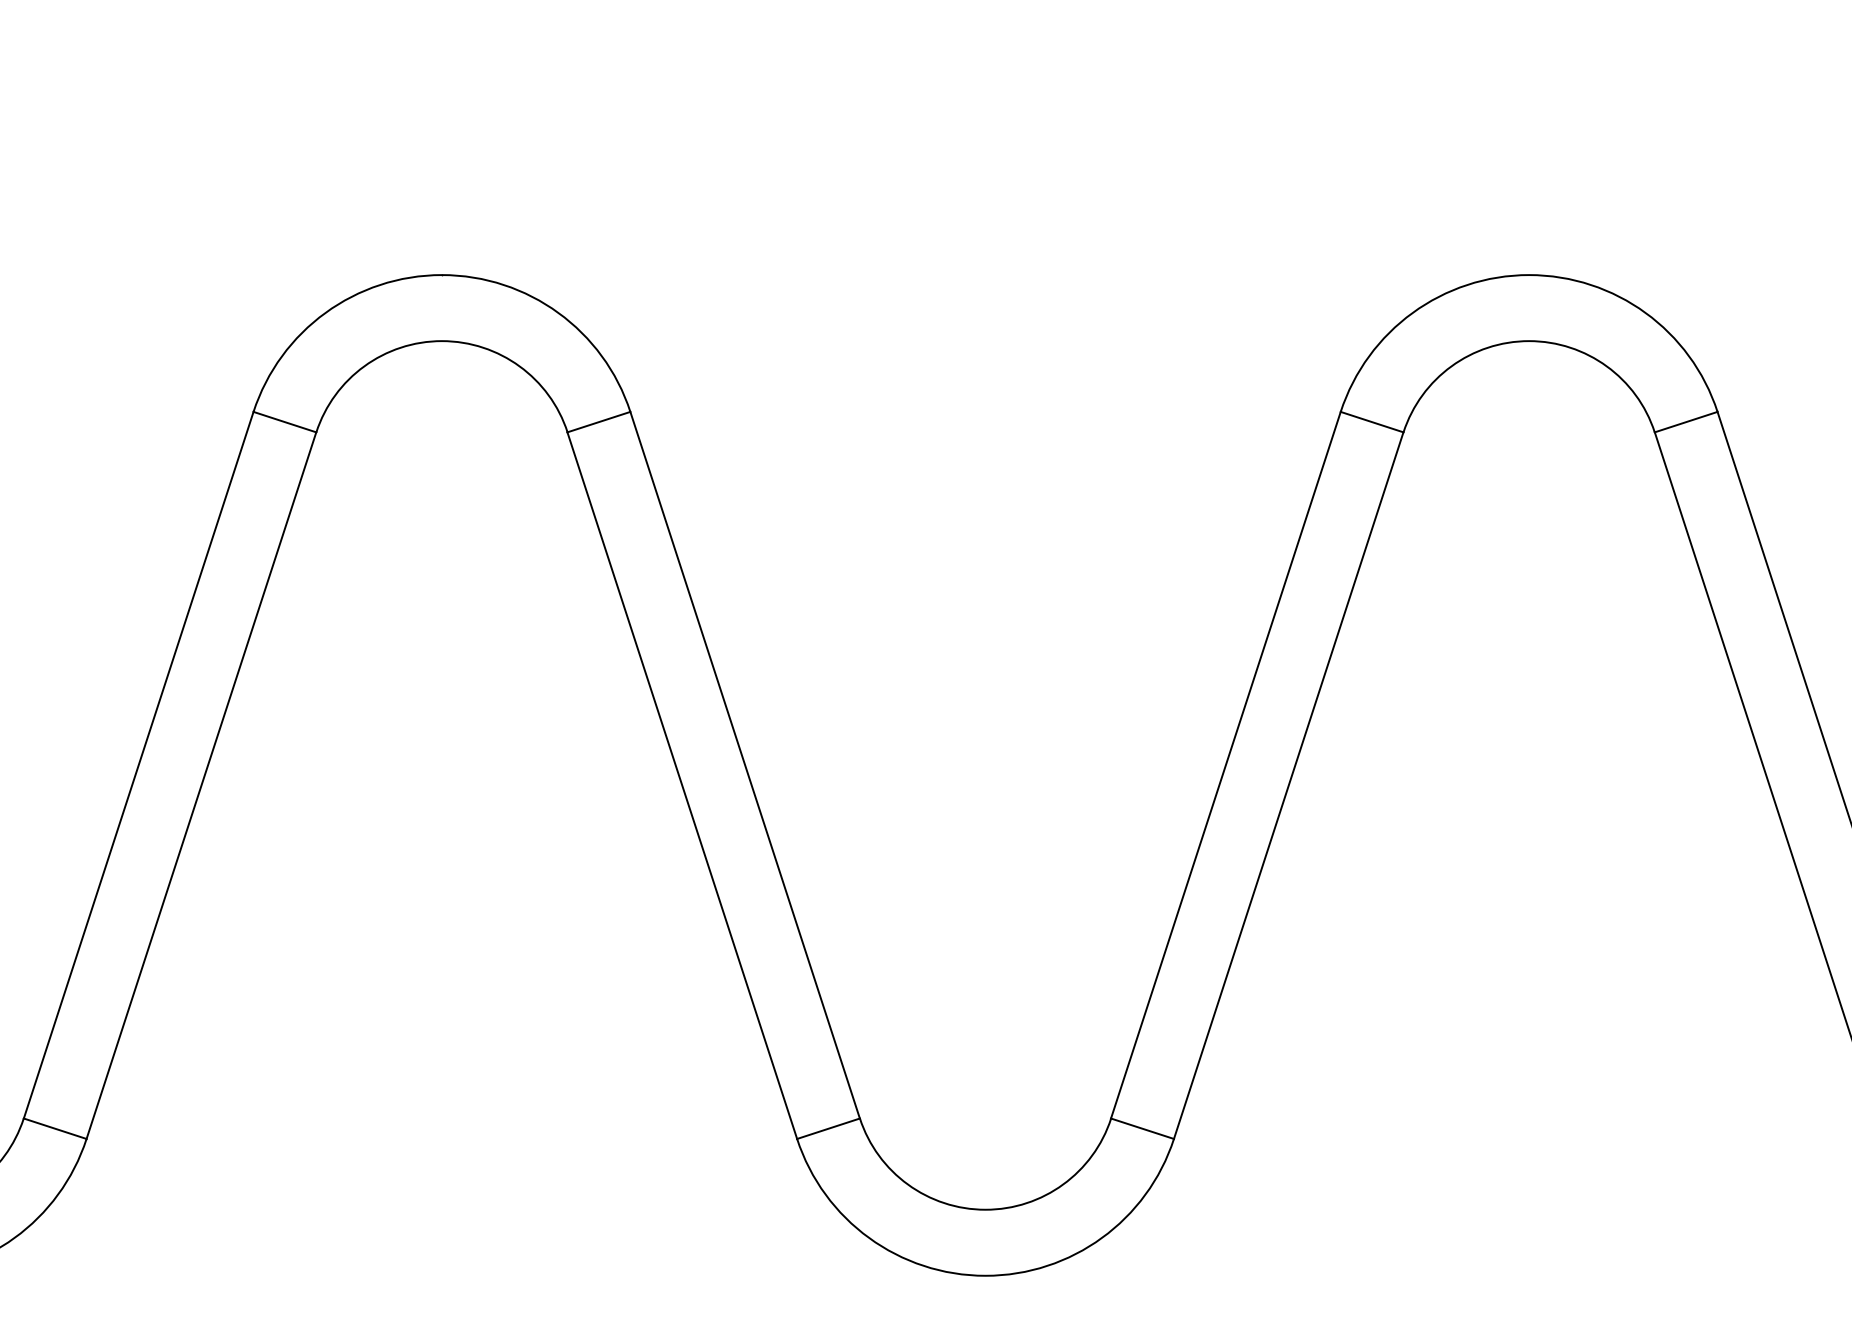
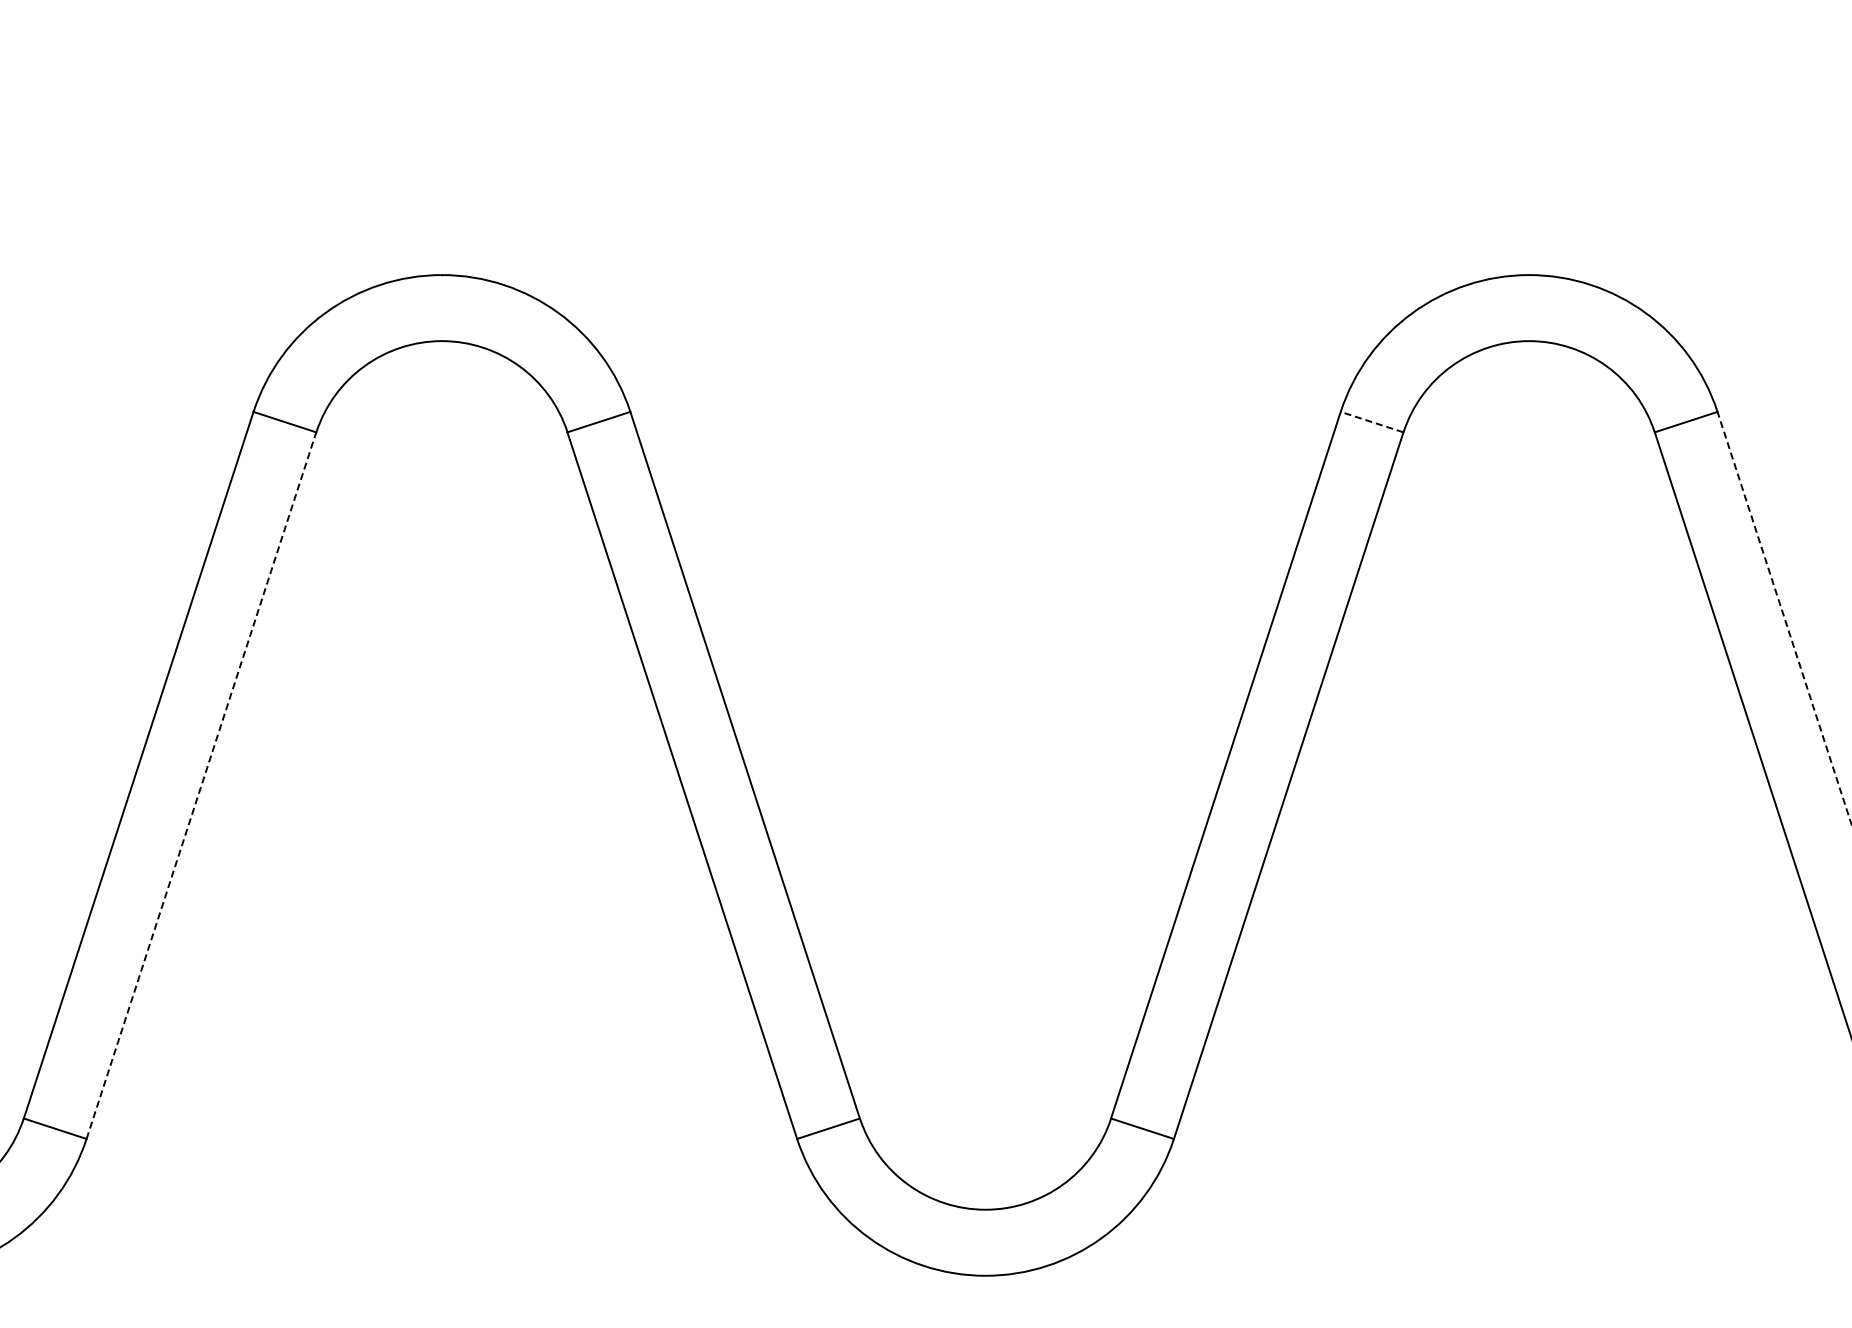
line at (1372, 422): solid -> dashed
line at (1784, 618): solid -> dashed
line at (201, 785): solid -> dashed
